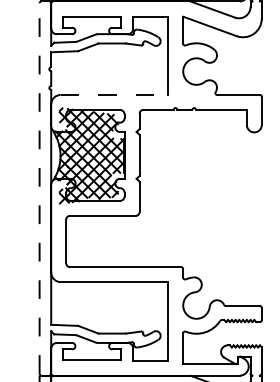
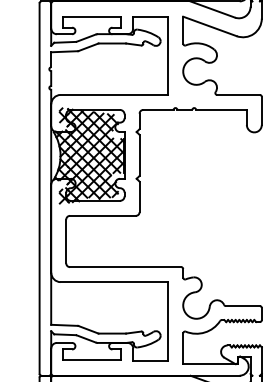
line at (114, 94): dashed -> solid
line at (39, 188): dashed -> solid
